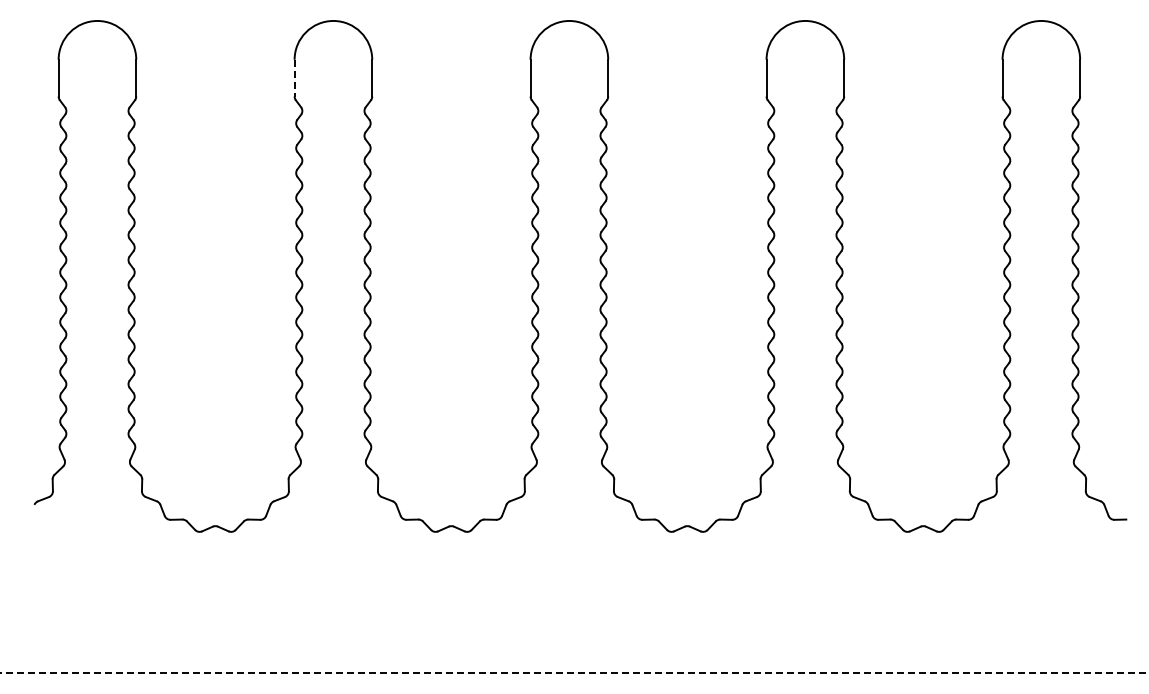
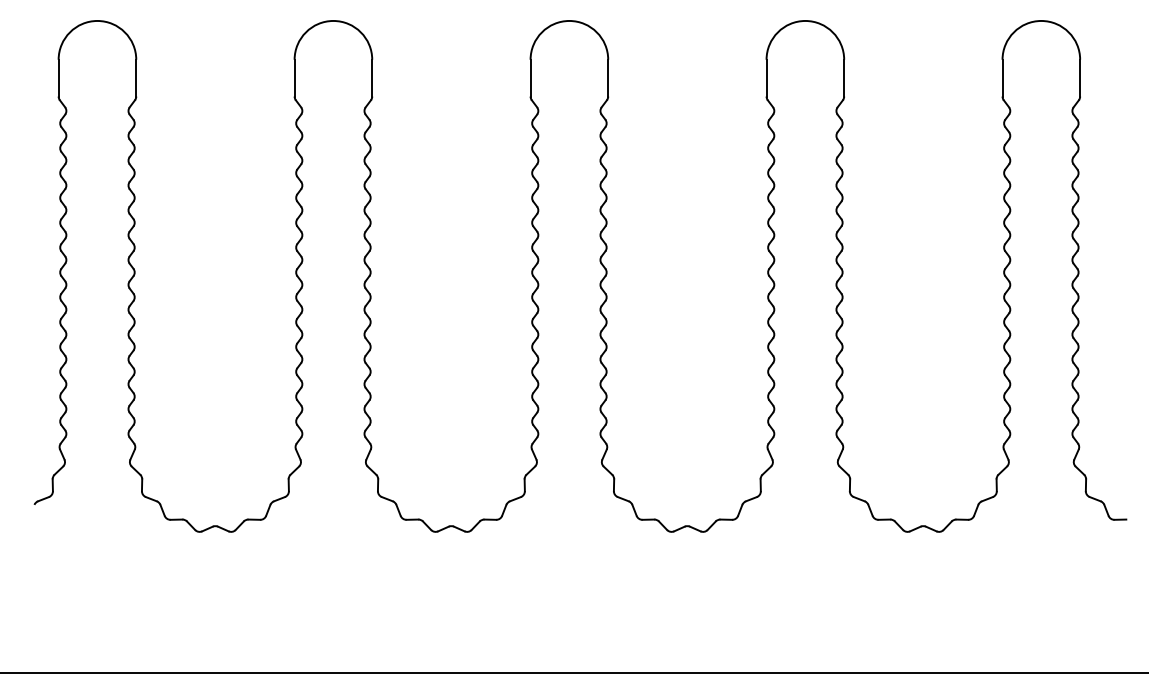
line at (294, 78): dashed -> solid
line at (574, 673): dashed -> solid
